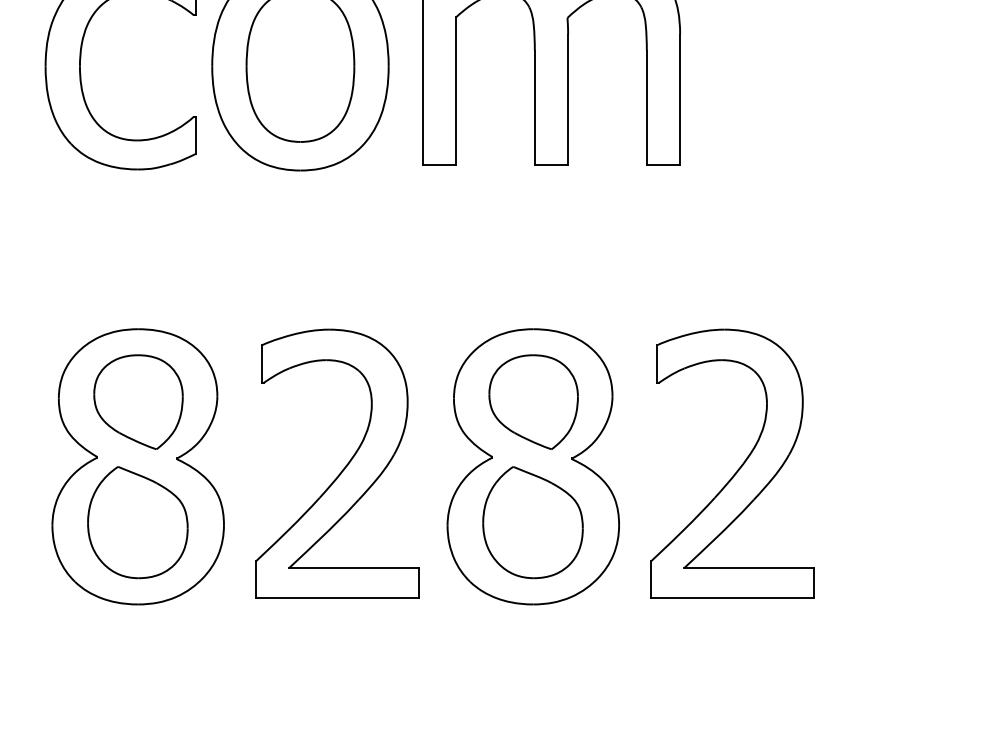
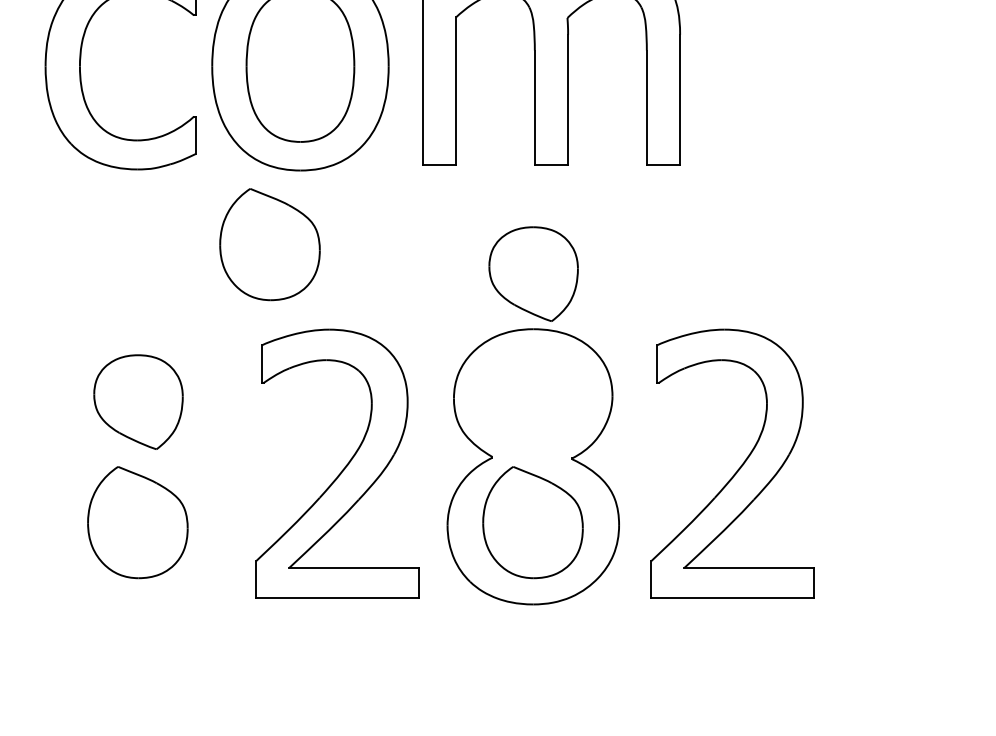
part at (269, 244): none -> present
part at (533, 401) position: (533, 401) -> (533, 273)
part at (137, 466): present -> none
